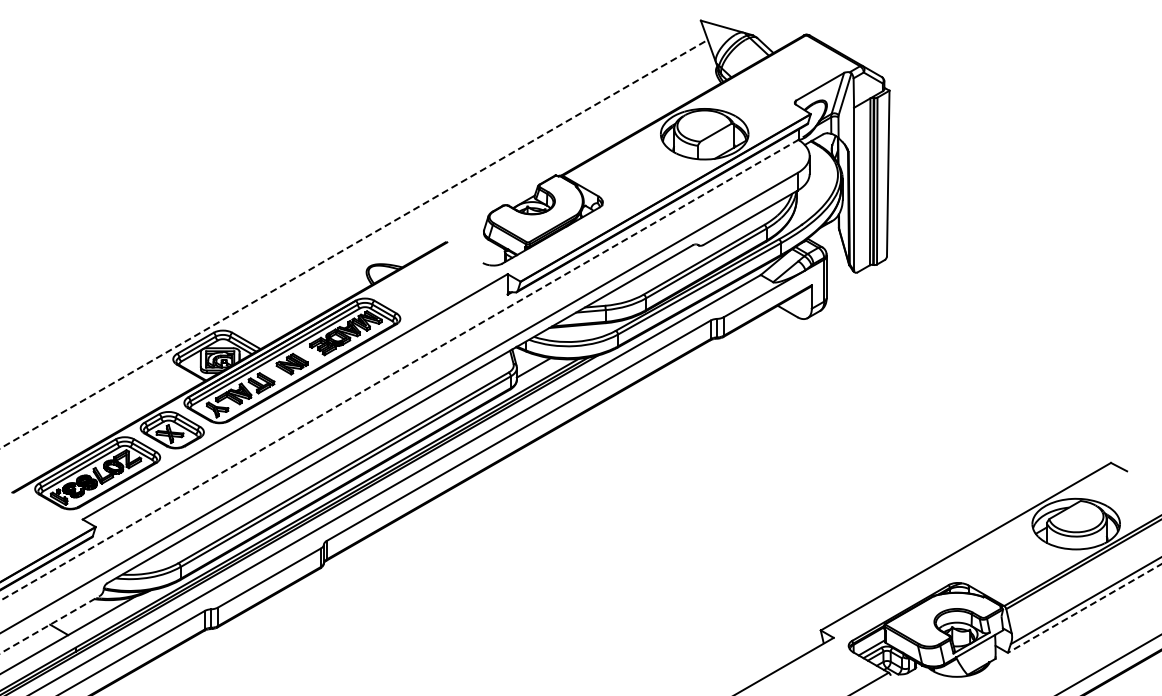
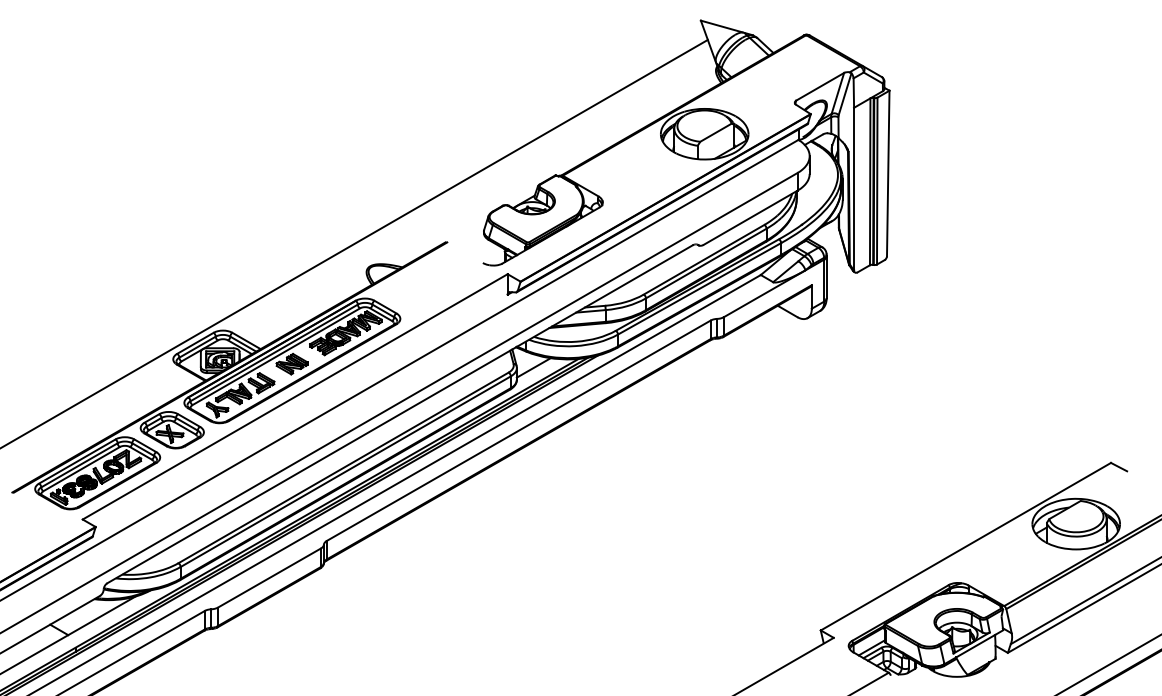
line at (354, 243): dashed -> solid
line at (399, 370): dashed -> solid
line at (1084, 608): dashed -> solid
line at (50, 624): dashed -> solid
